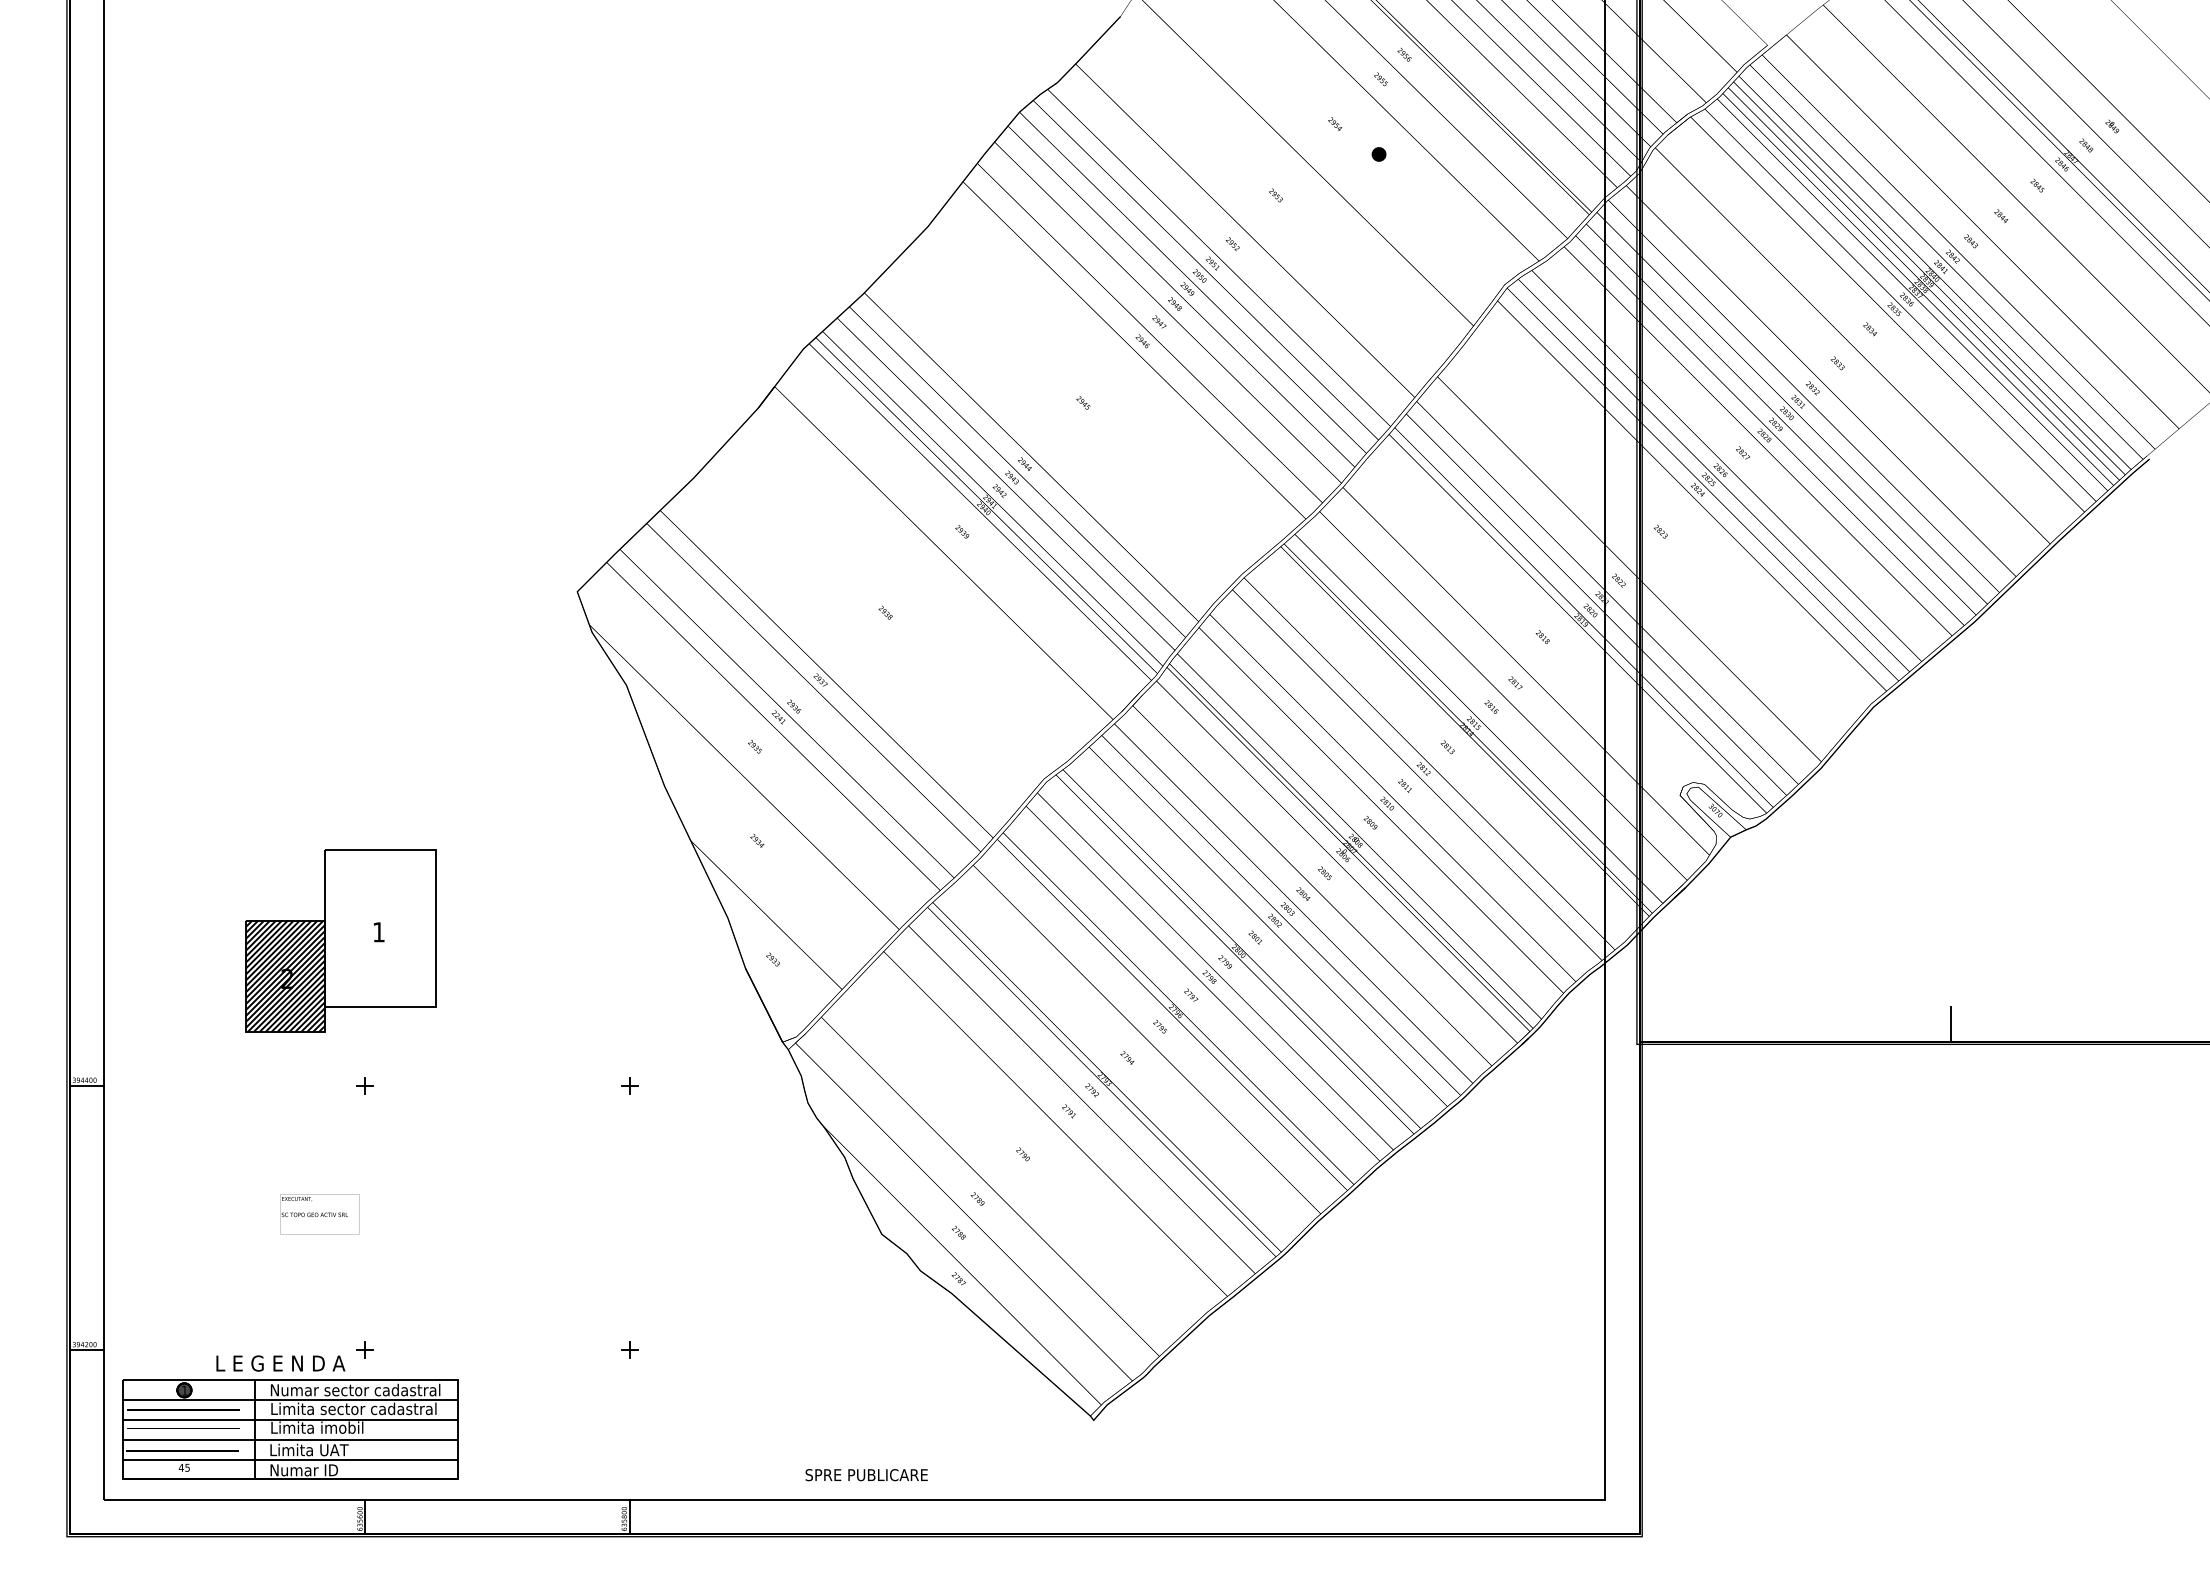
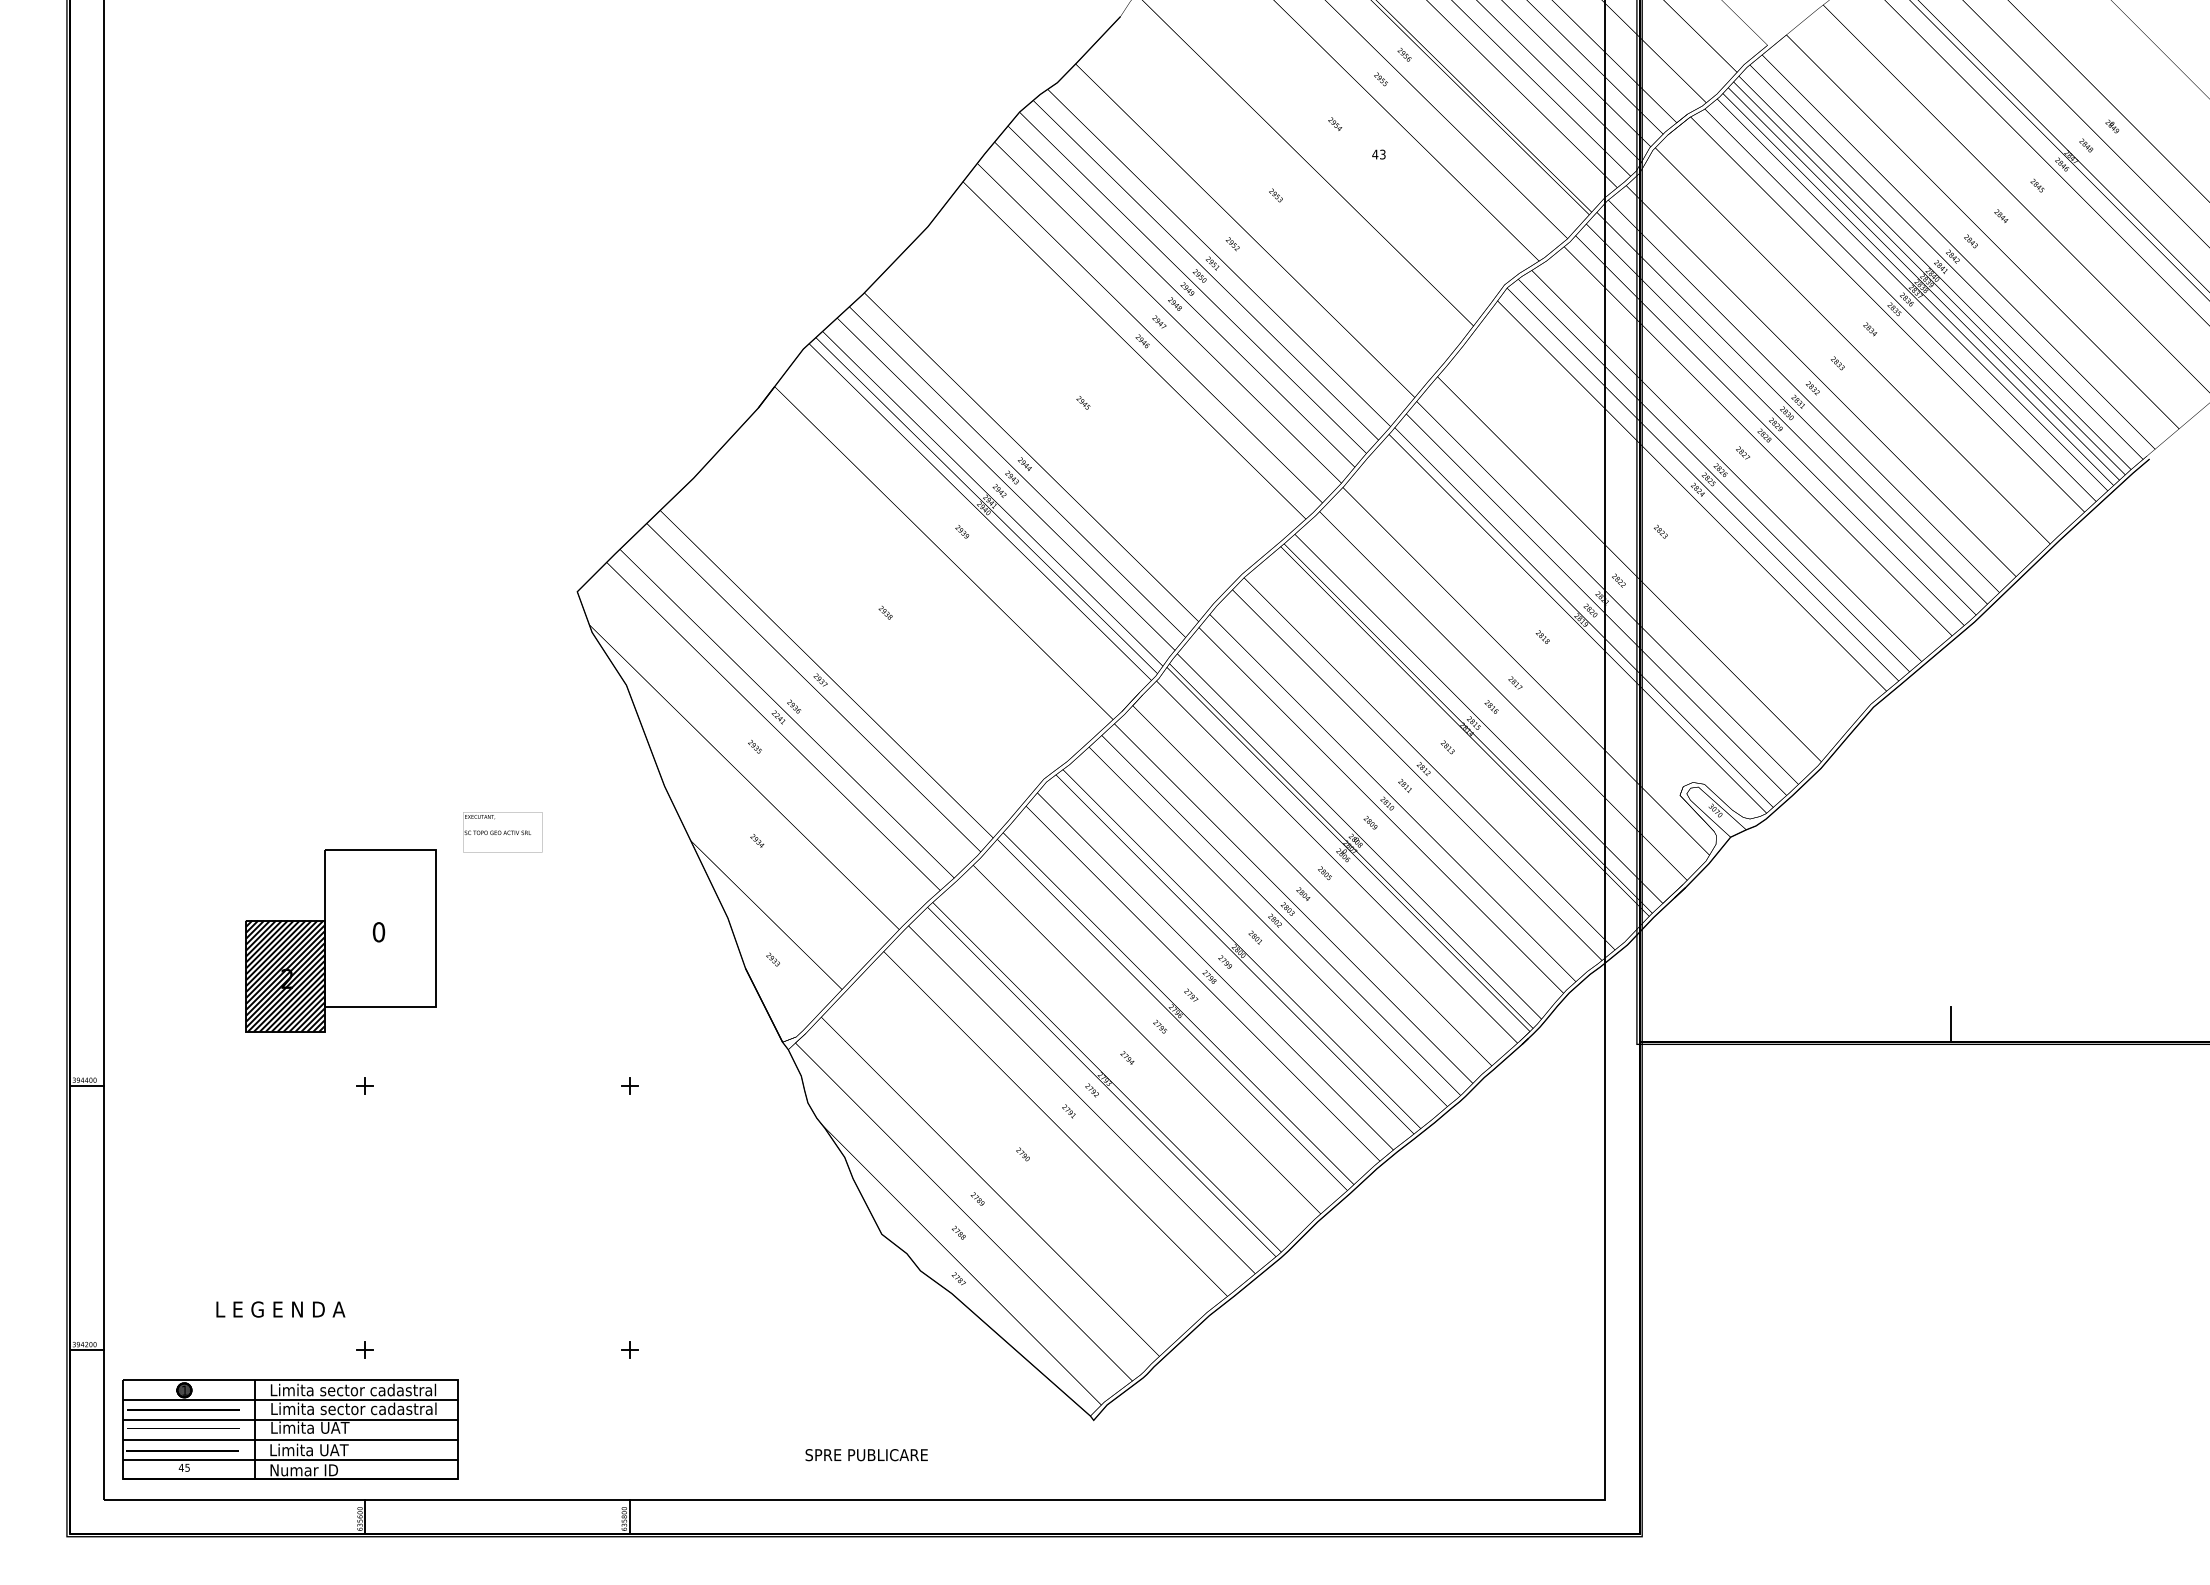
fill at (1378, 154): present -> none
text at (378, 932): 1 -> 0
text at (319, 1214) position: (319, 1214) -> (502, 832)
text at (280, 1363) position: (280, 1363) -> (280, 1309)
text at (356, 1389): Numar sector cadastral -> Limita sector cadastral
text at (342, 1427): Limita imobil -> Limita UAT
text at (866, 1475) position: (866, 1475) -> (866, 1455)
